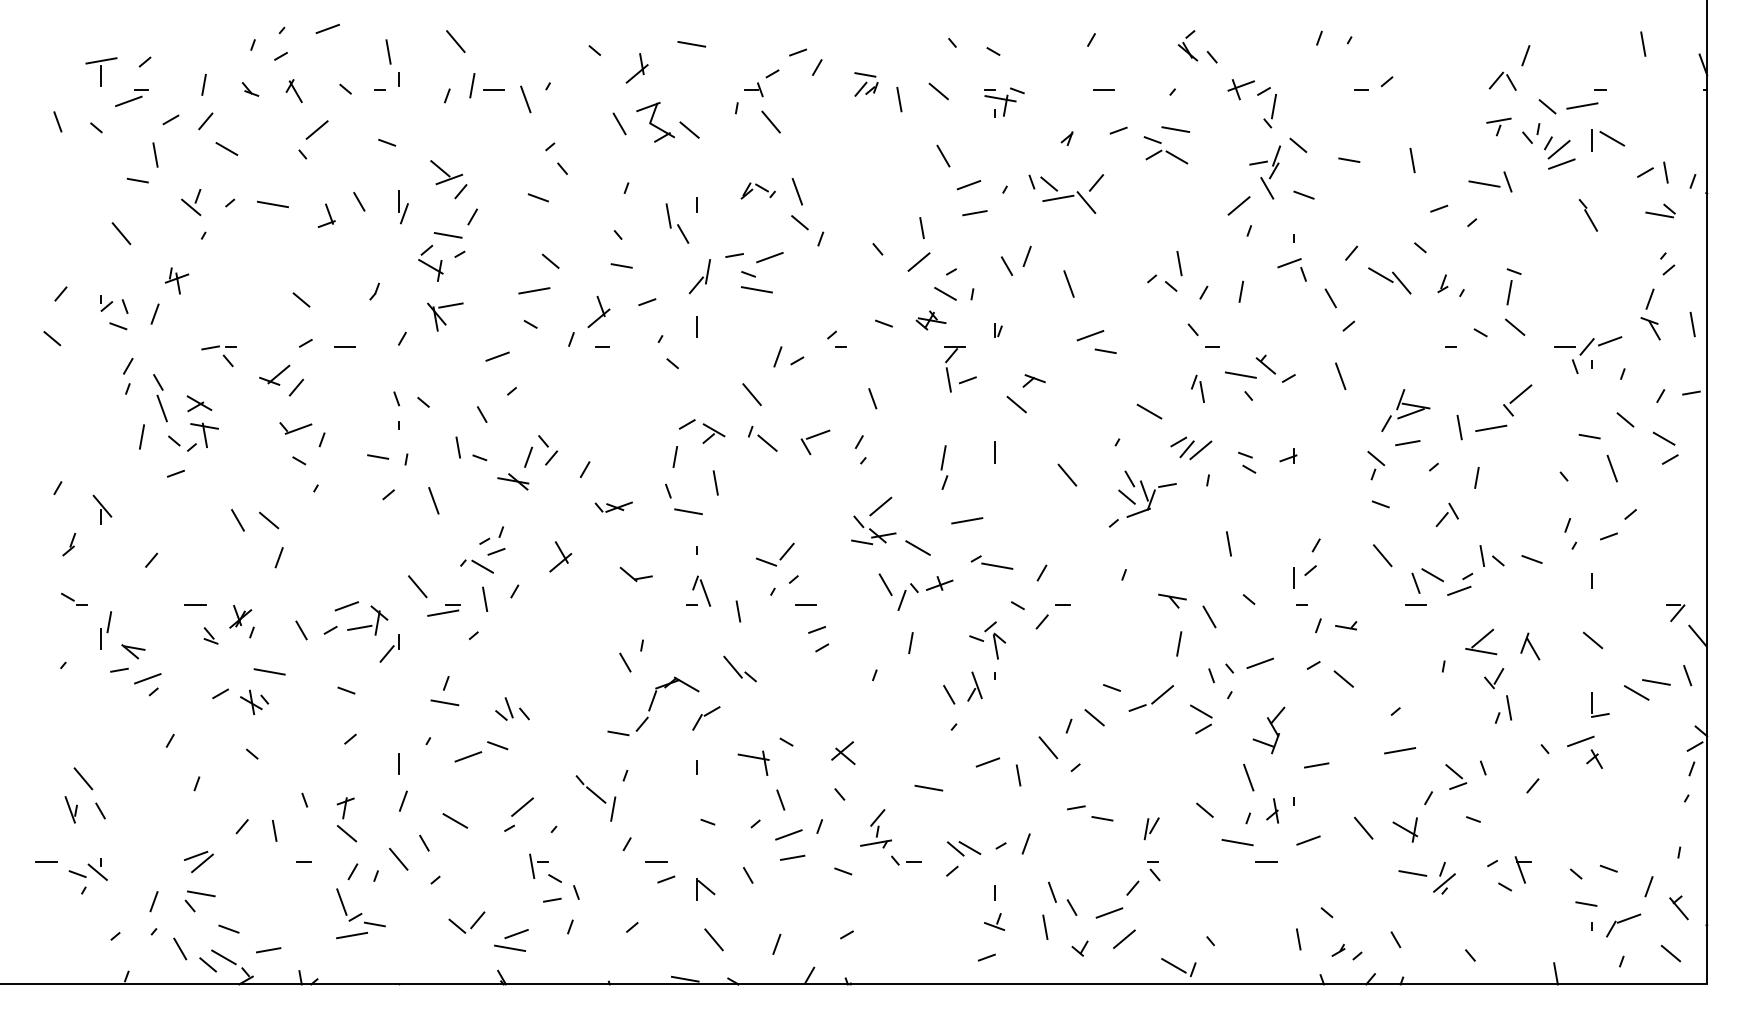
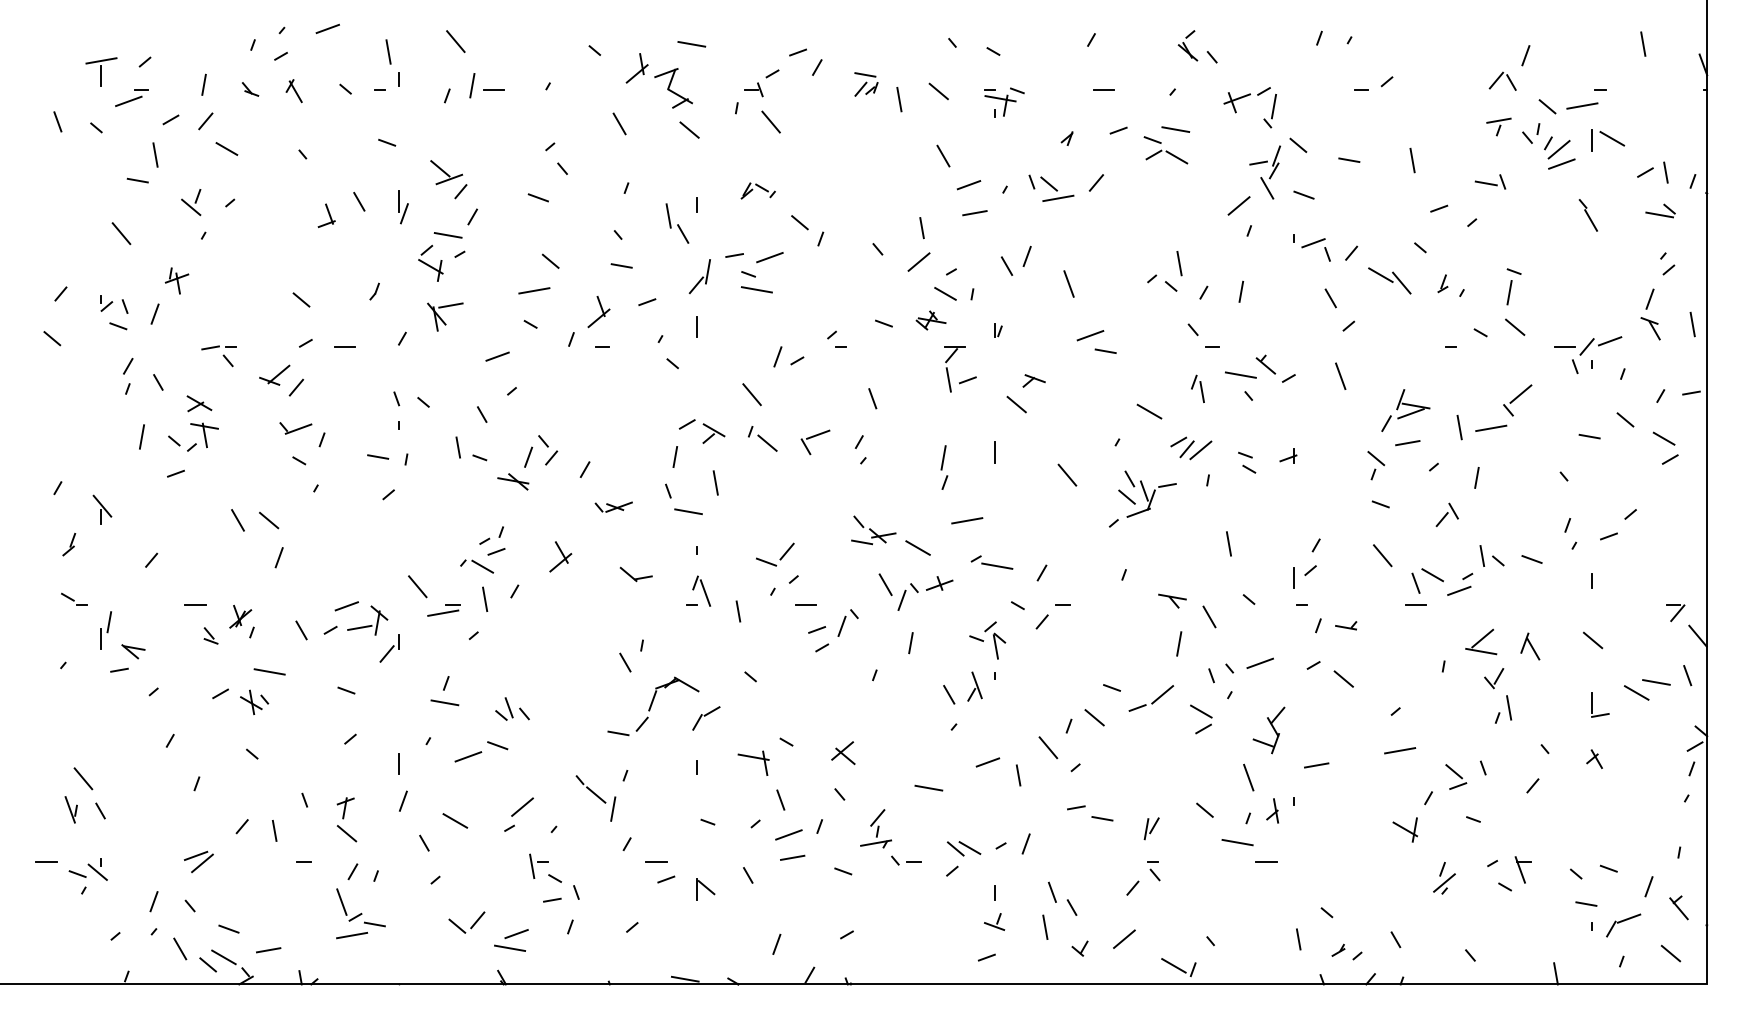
part at (1240, 89) position: (1240, 89) -> (1236, 102)
line at (525, 99): present -> none
part at (655, 122) position: (655, 122) -> (673, 88)
line at (316, 129): present -> none
part at (1490, 181) size: 45x22 px -> 33x16 px
line at (797, 191): present -> none
line at (1086, 202): present -> none
line at (272, 204): present -> none
part at (1291, 269) position: (1291, 269) -> (1315, 249)
line at (161, 408): present -> none
line at (1611, 468): present -> none
line at (433, 500): present -> none
line at (880, 506): present -> none
part at (847, 622): none -> present
line at (732, 666): present -> none
line at (147, 678): present -> none
line at (1580, 741): present -> none
line at (1363, 827): present -> none
line at (1308, 840): present -> none
line at (398, 858): present -> none
line at (1412, 873): present -> none
line at (200, 893): present -> none
line at (1109, 912): present -> none
line at (713, 939): present -> none
